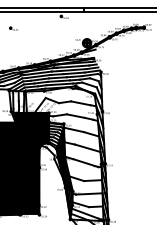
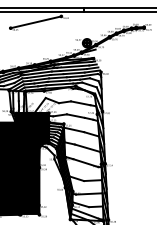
line at (35, 22): none -> present
